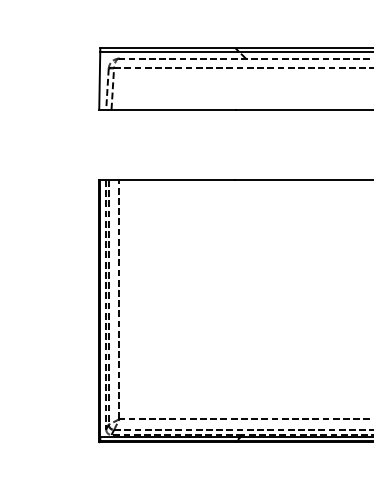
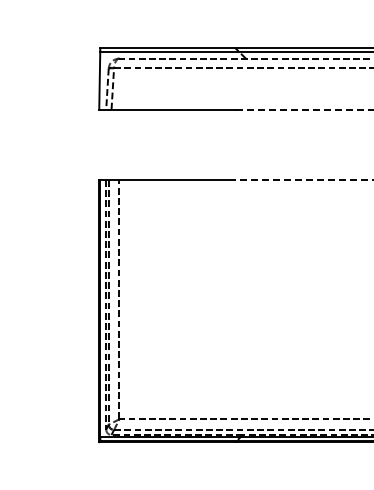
line at (304, 109): solid -> dashed
line at (304, 180): solid -> dashed
